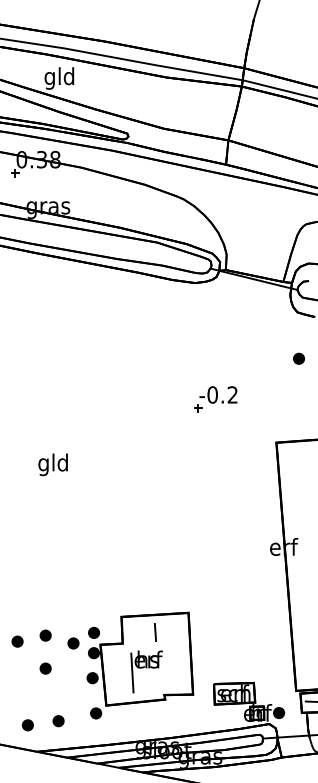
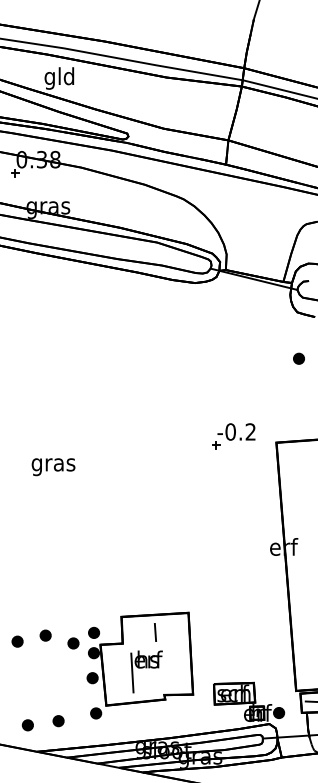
part at (215, 399) position: (215, 399) -> (233, 436)
text at (53, 464): gld -> gras
part at (45, 668): present -> none
